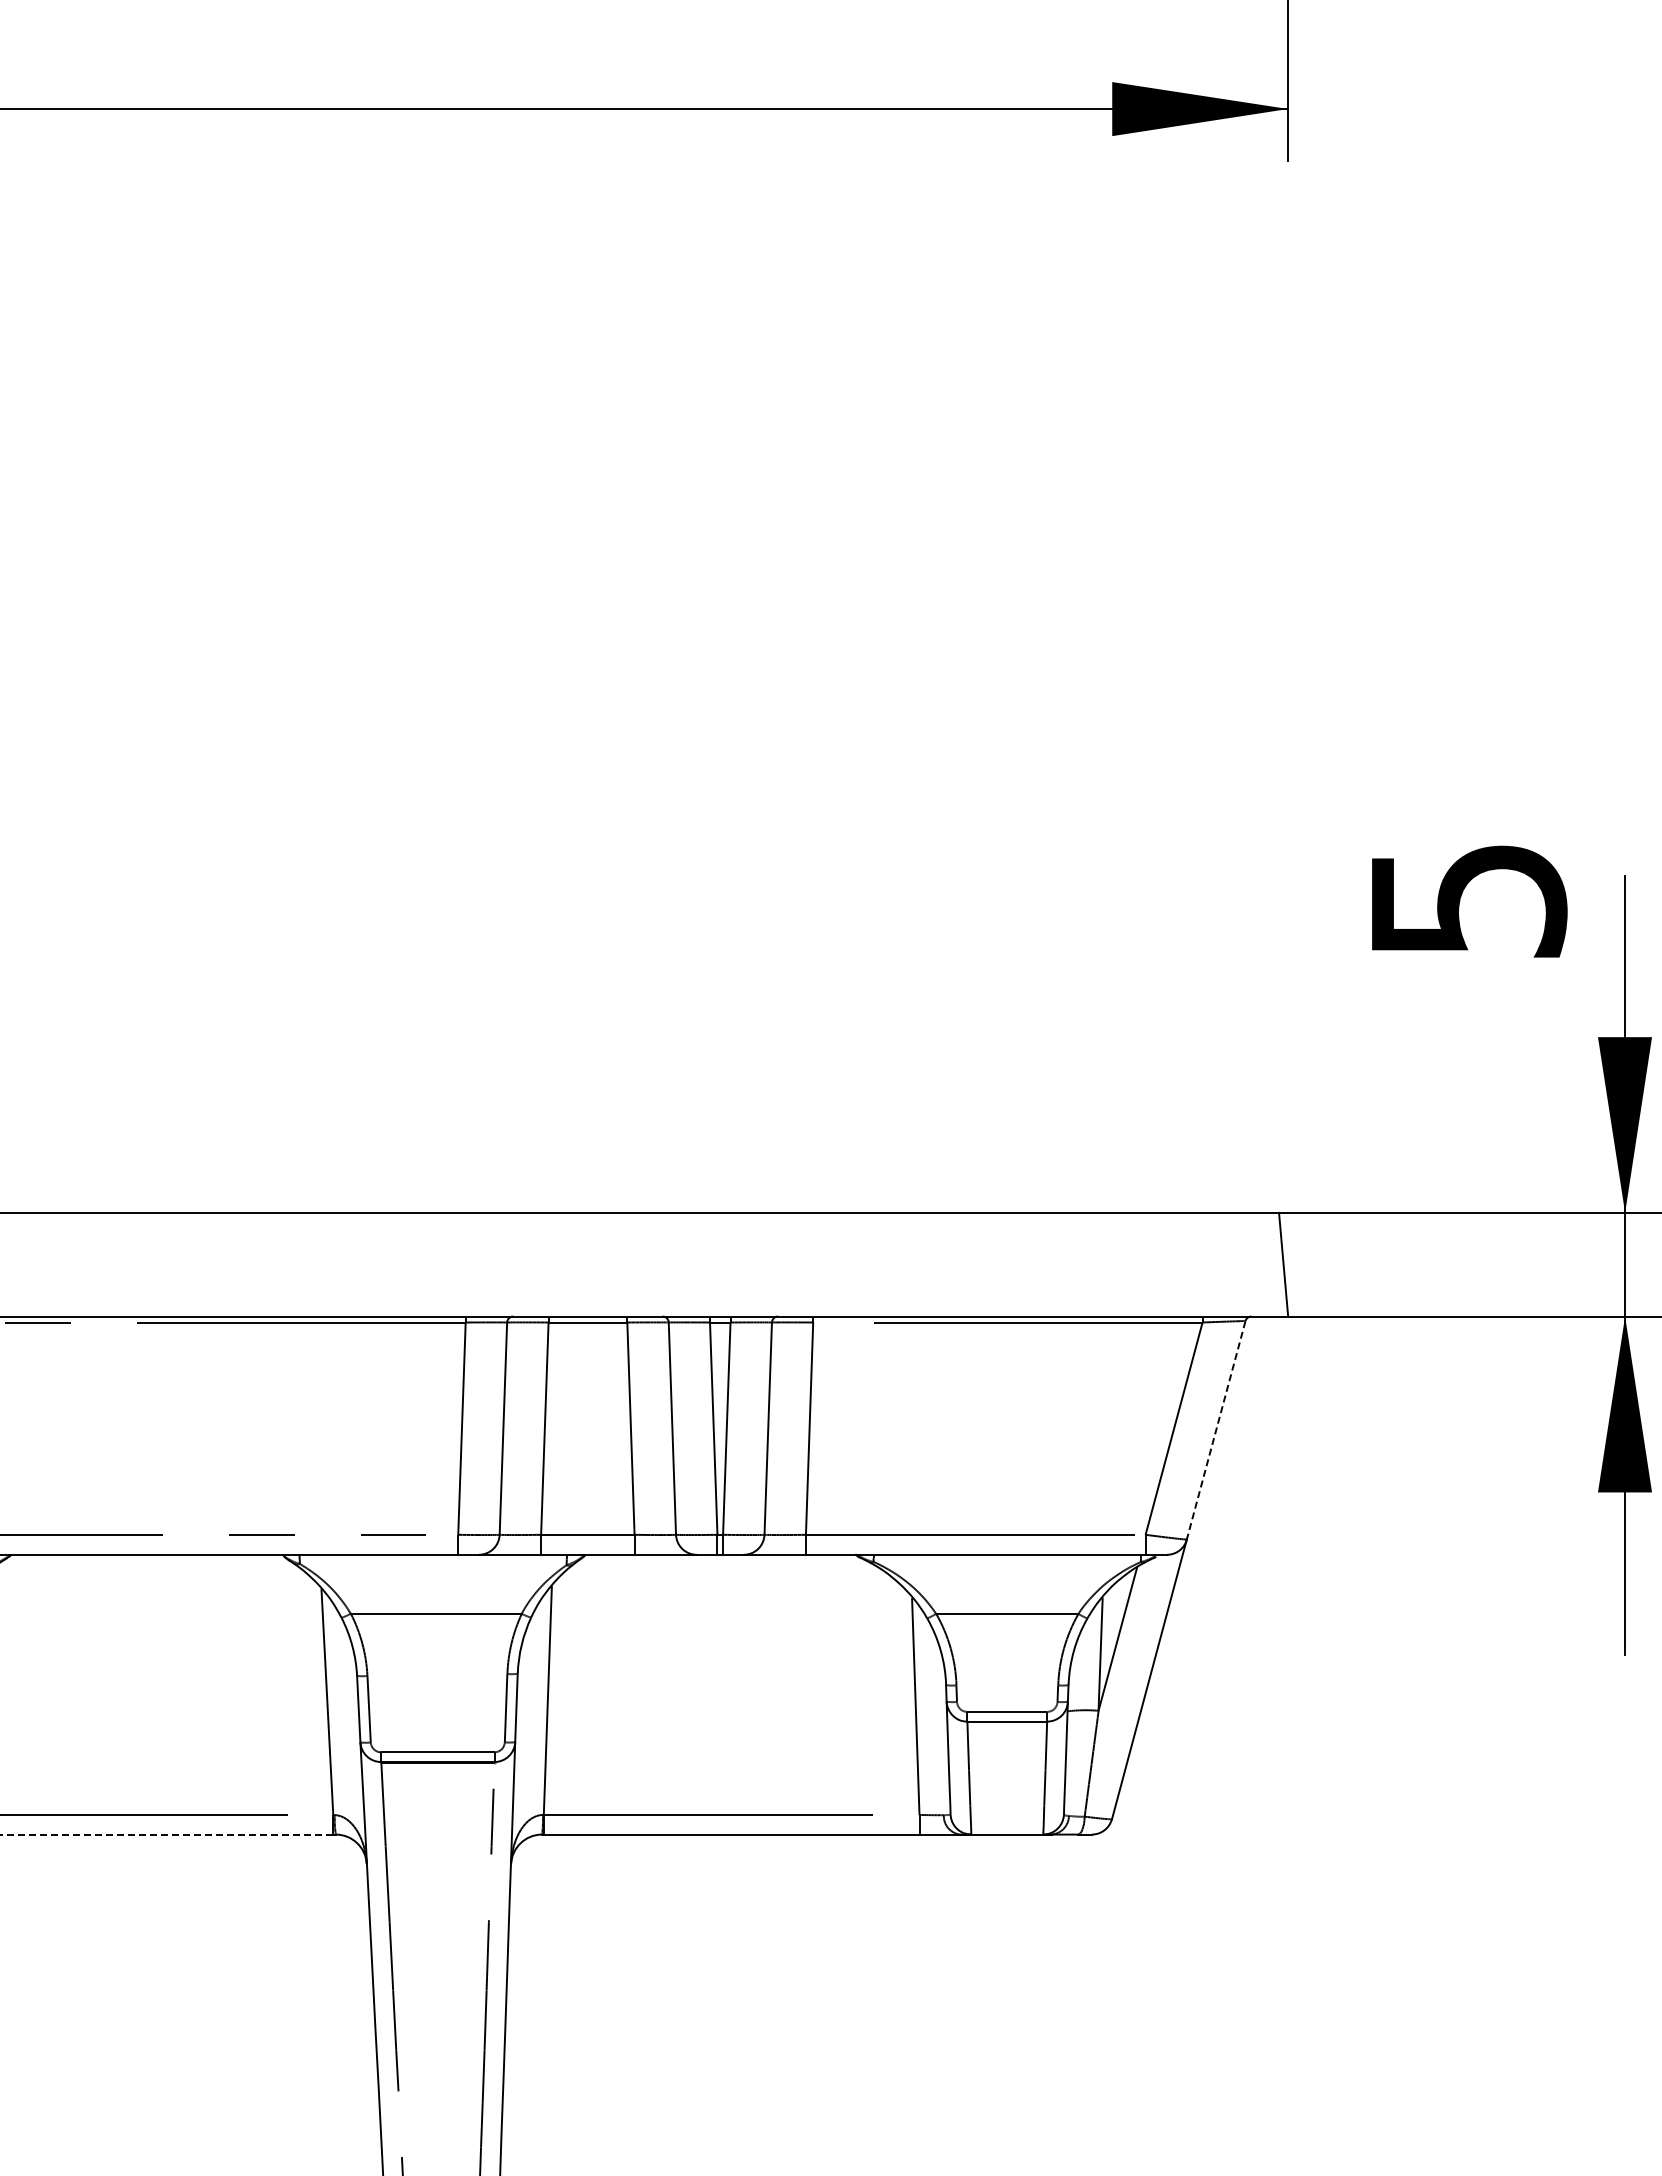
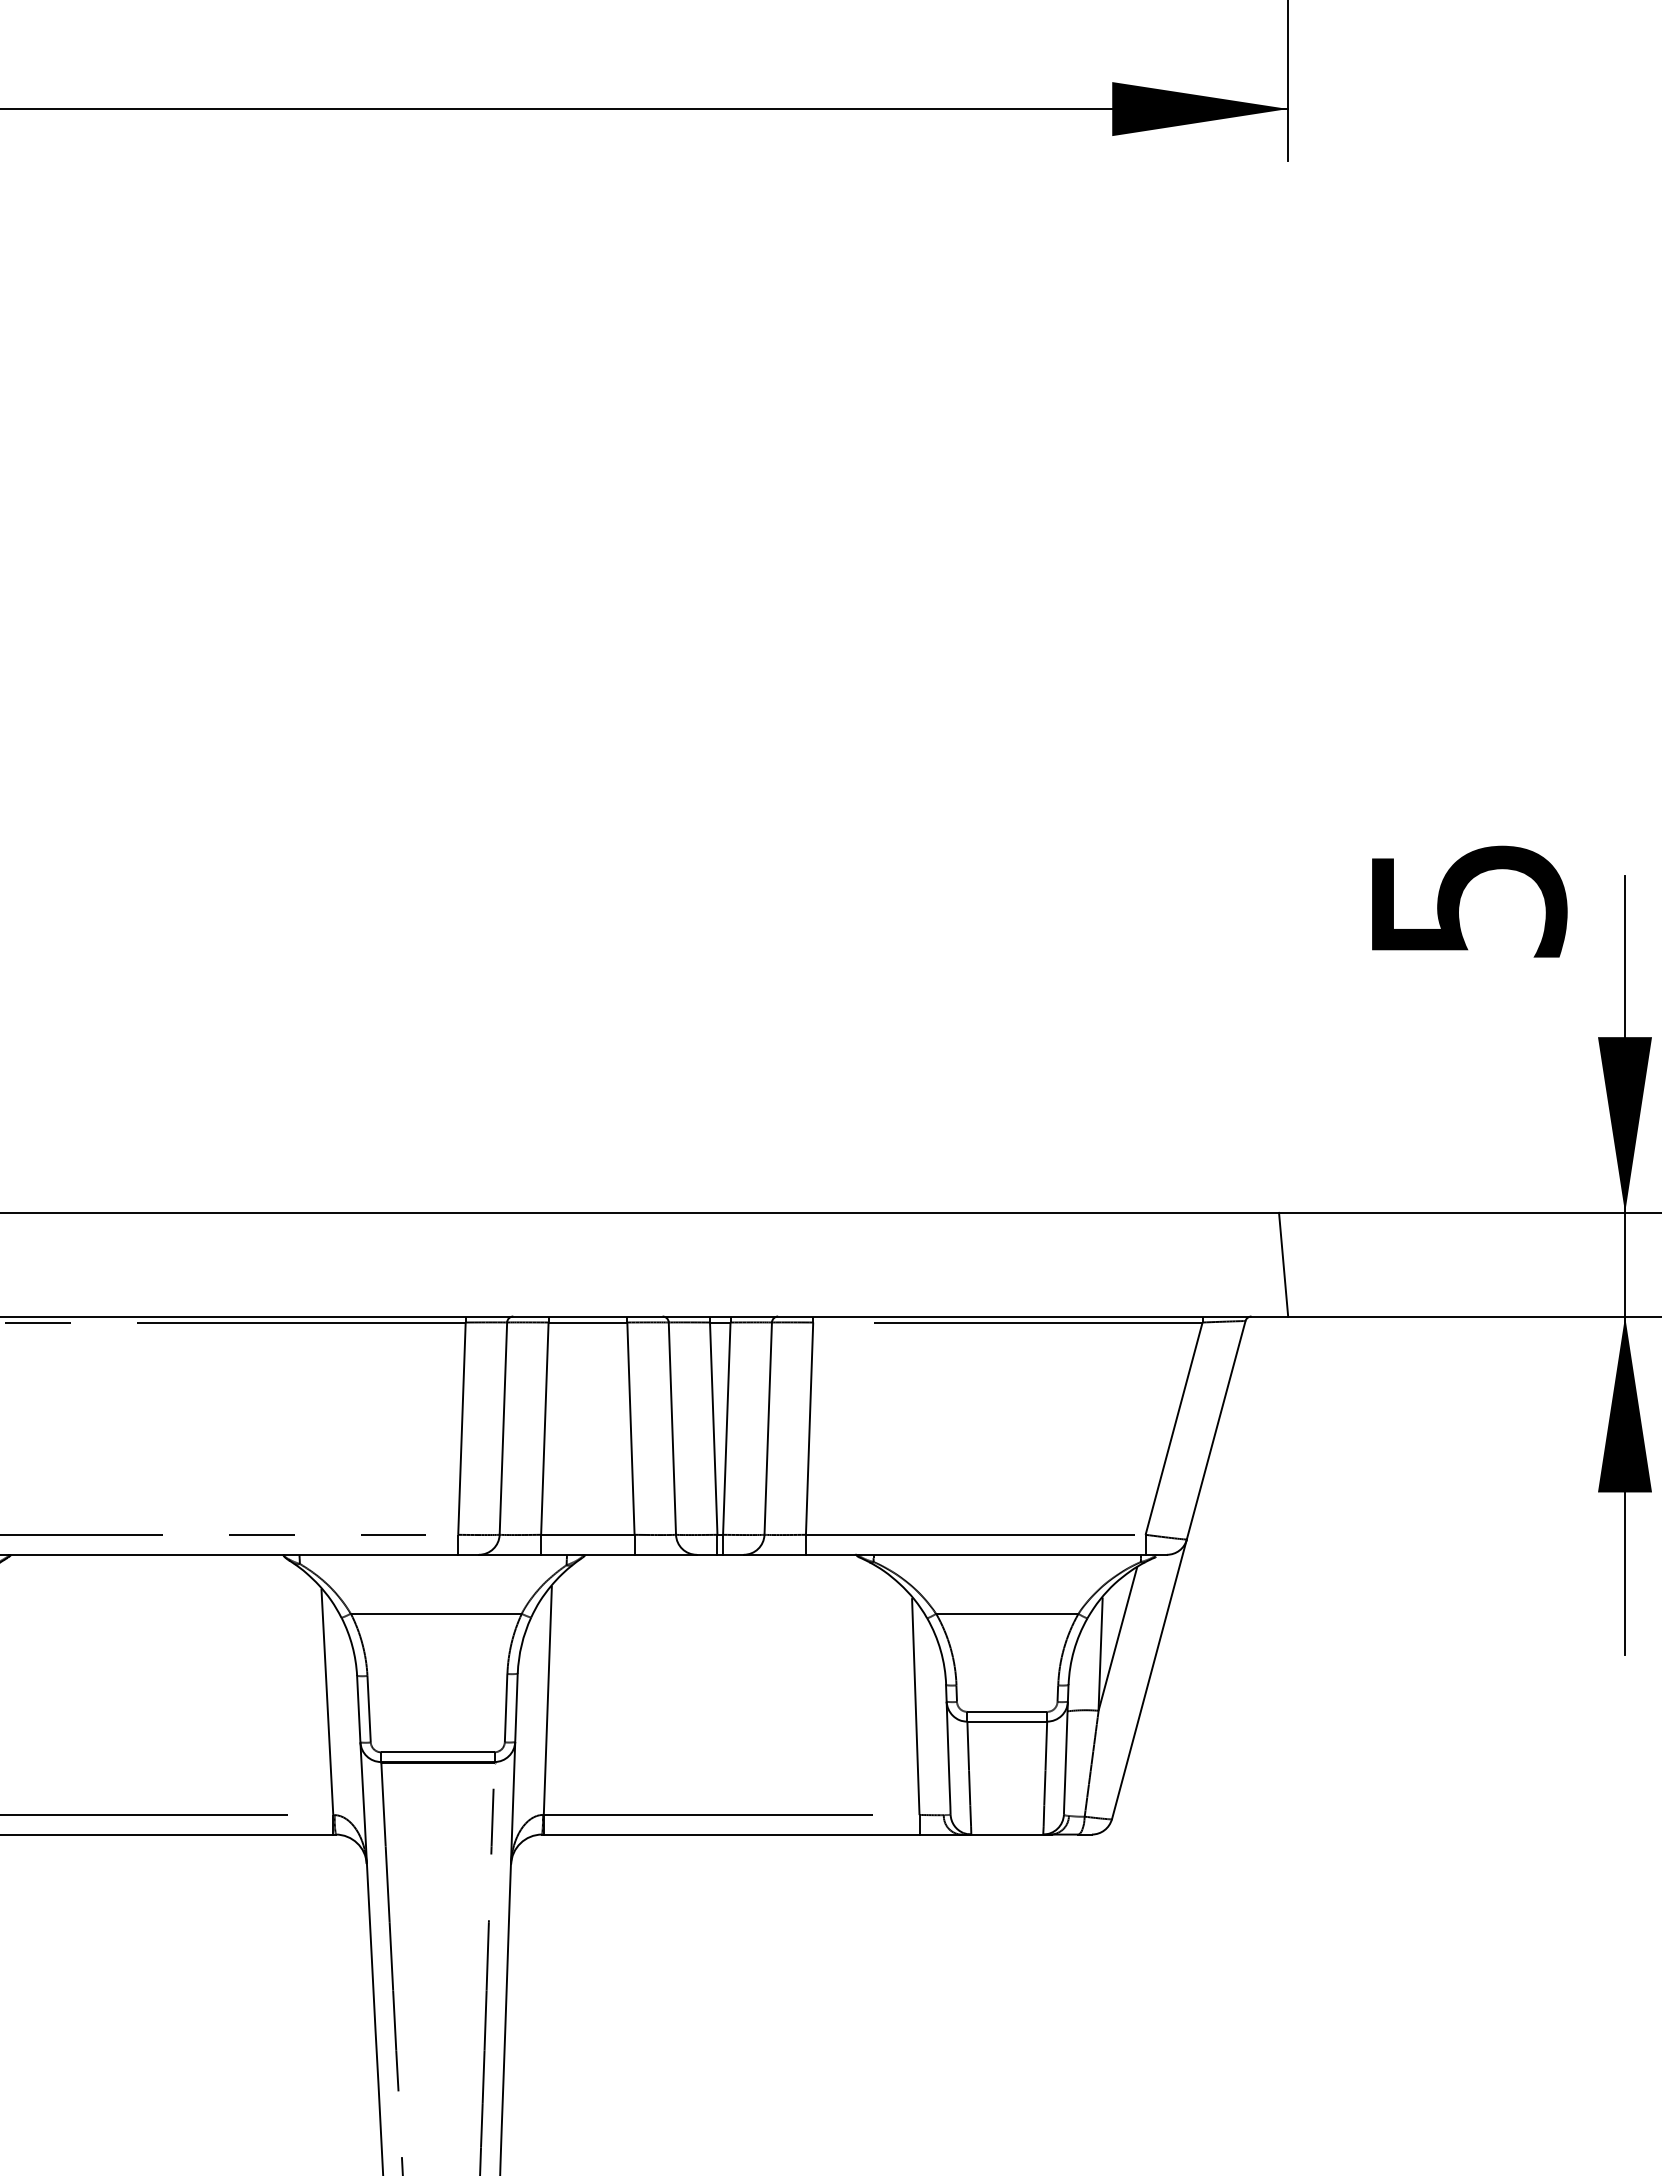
line at (1216, 1430): dashed -> solid
line at (166, 1834): dashed -> solid
